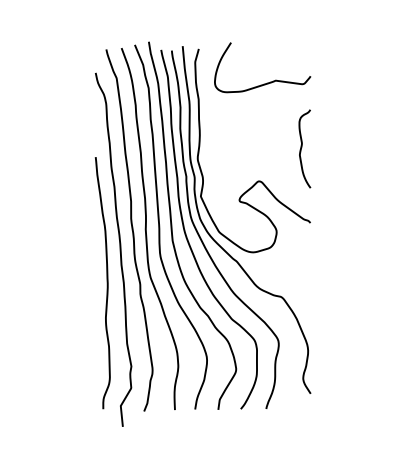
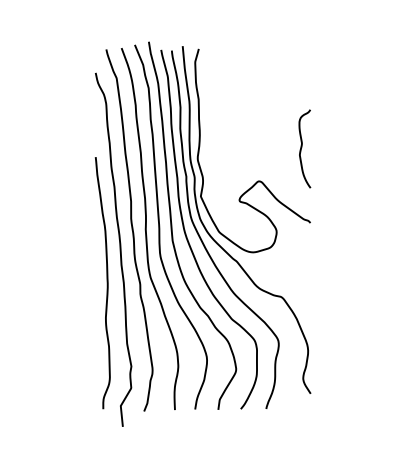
curve at (267, 82): present -> none
